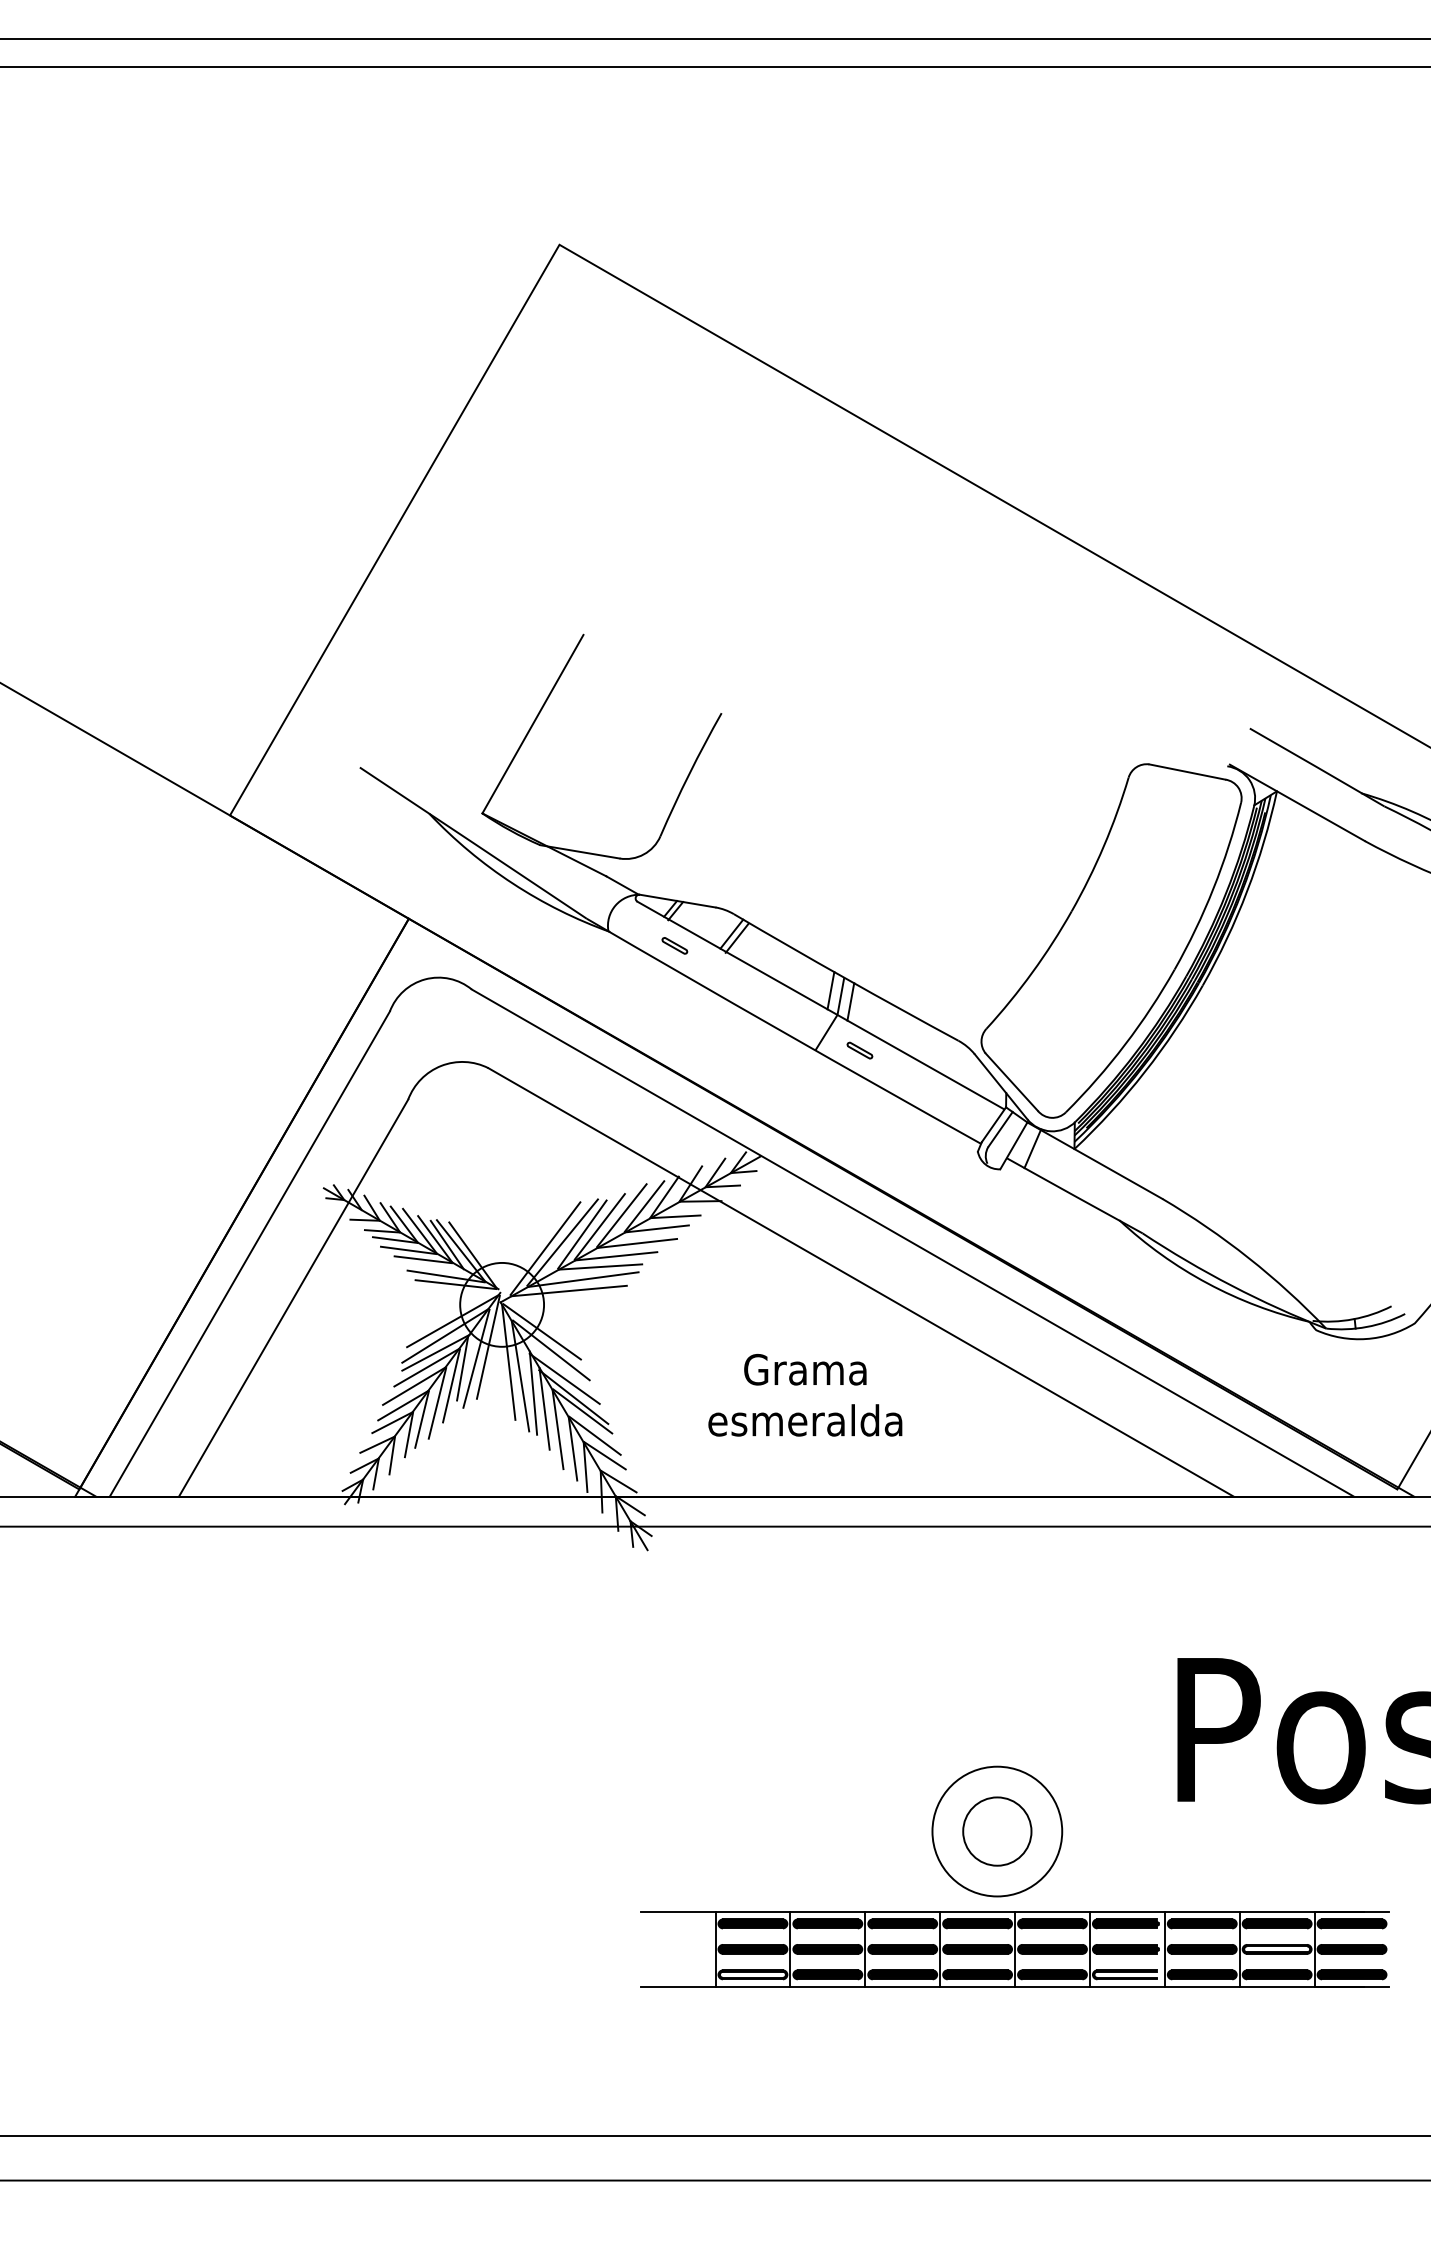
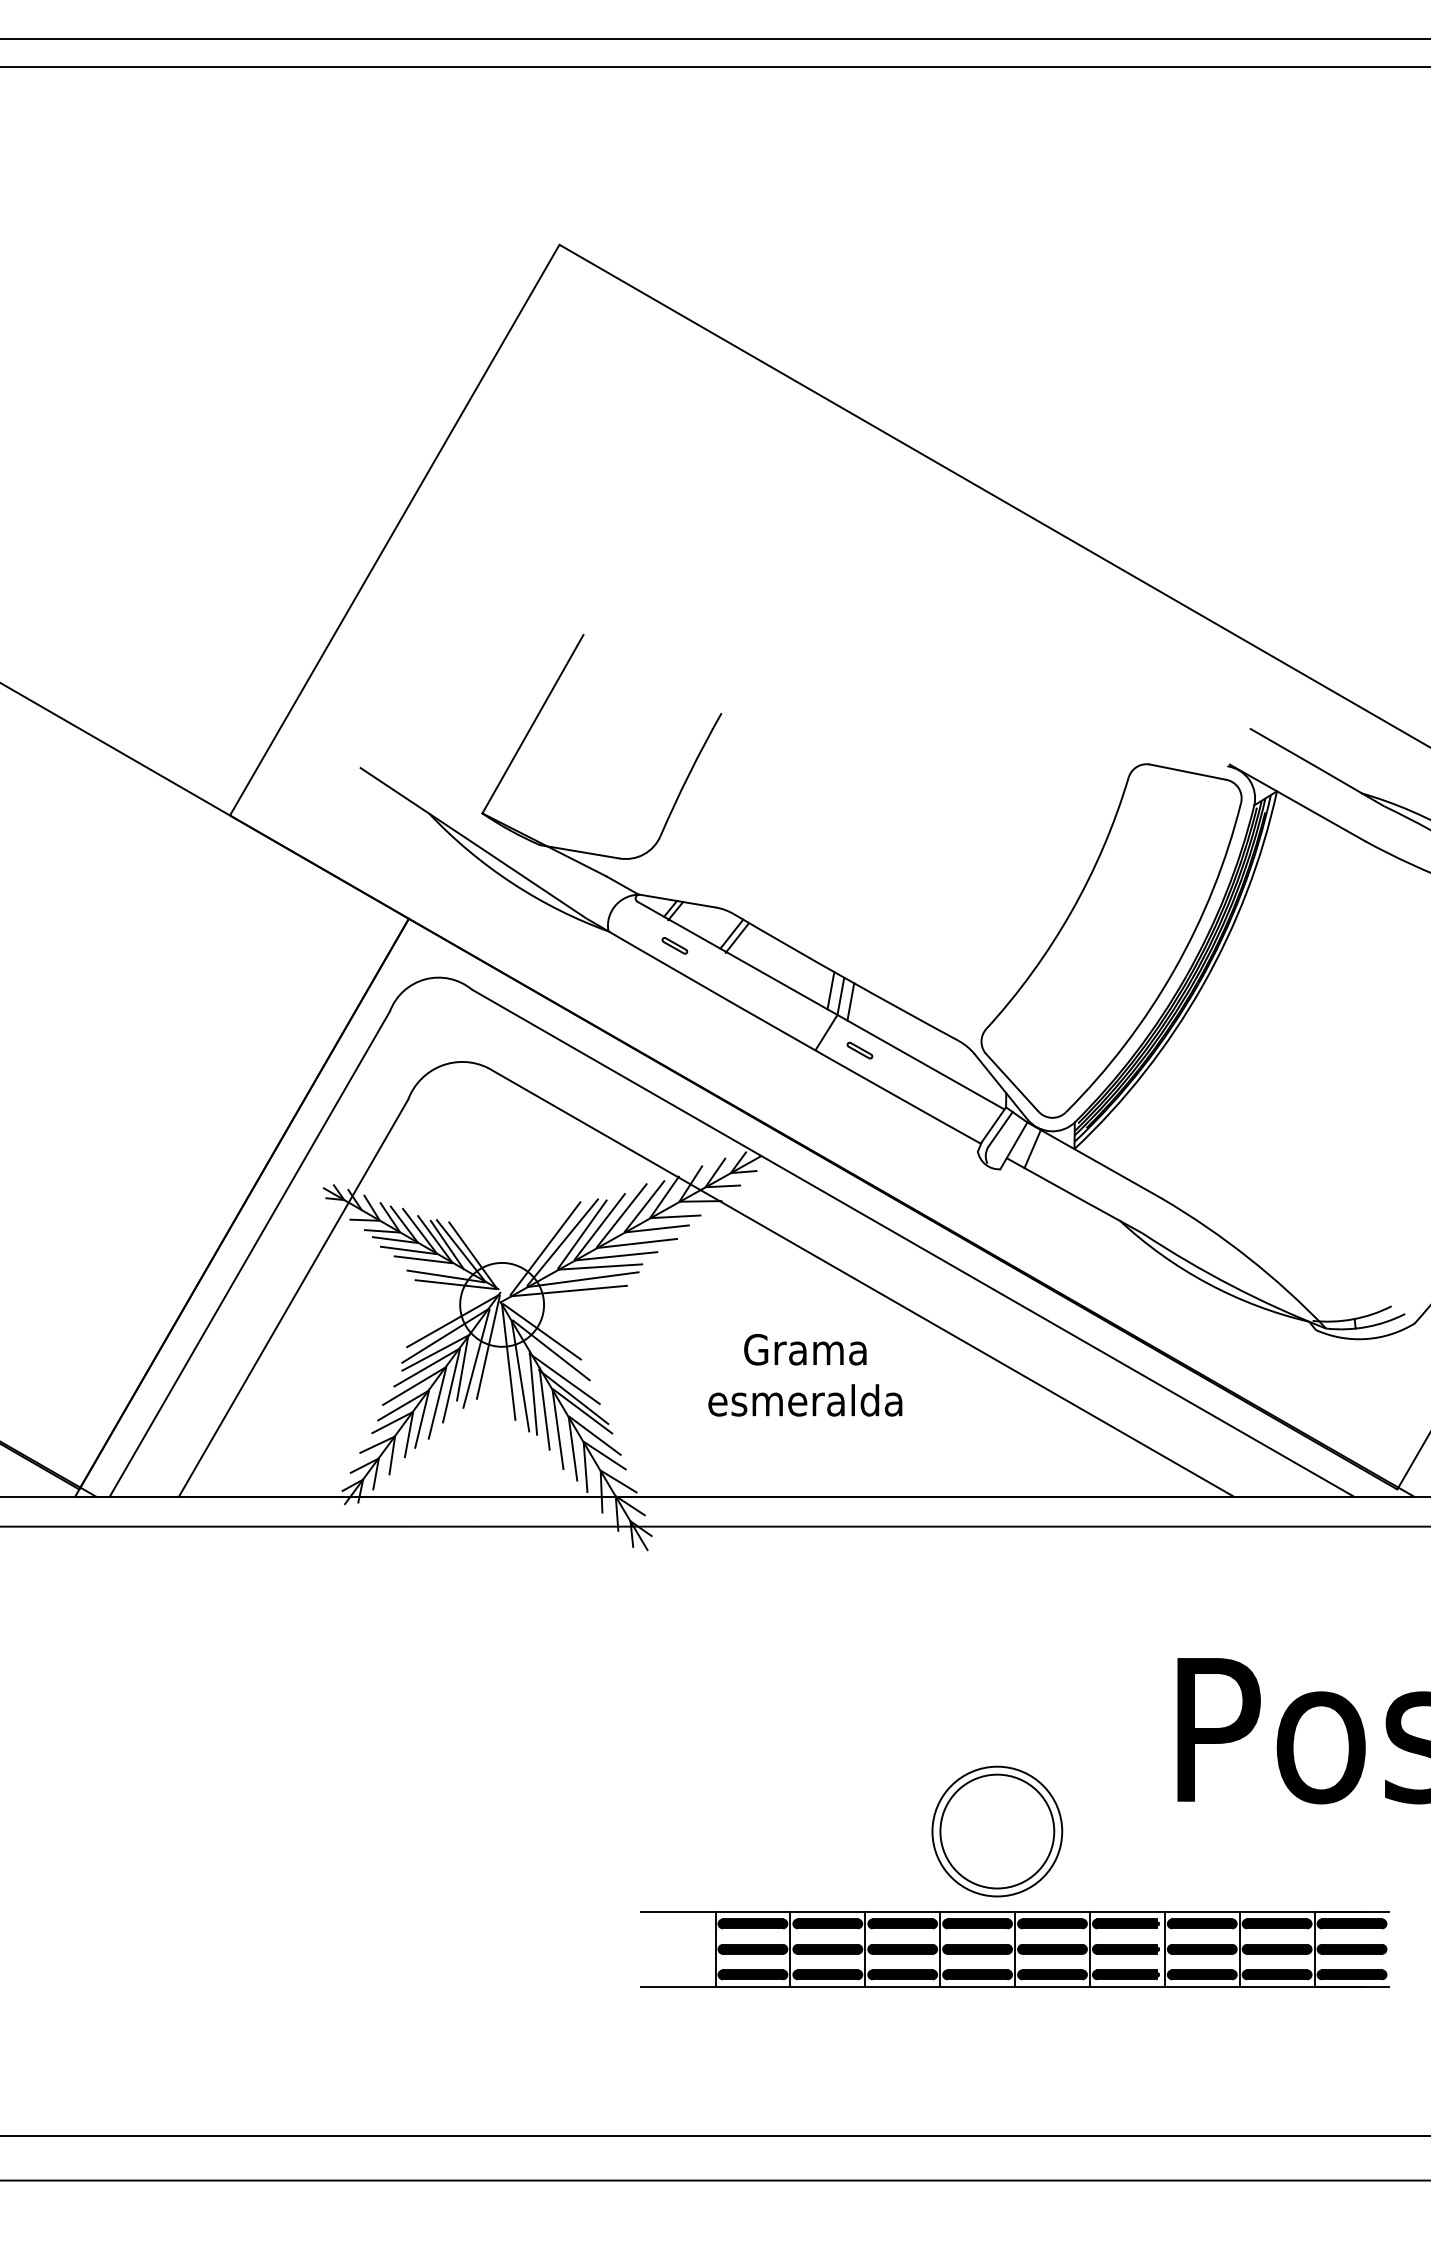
text at (805, 1395) position: (805, 1395) -> (805, 1375)
circle at (997, 1831) diameter: 68 px -> 114 px
fill at (1276, 1949): none -> present
fill at (752, 1974): none -> present
fill at (1126, 1974): none -> present
